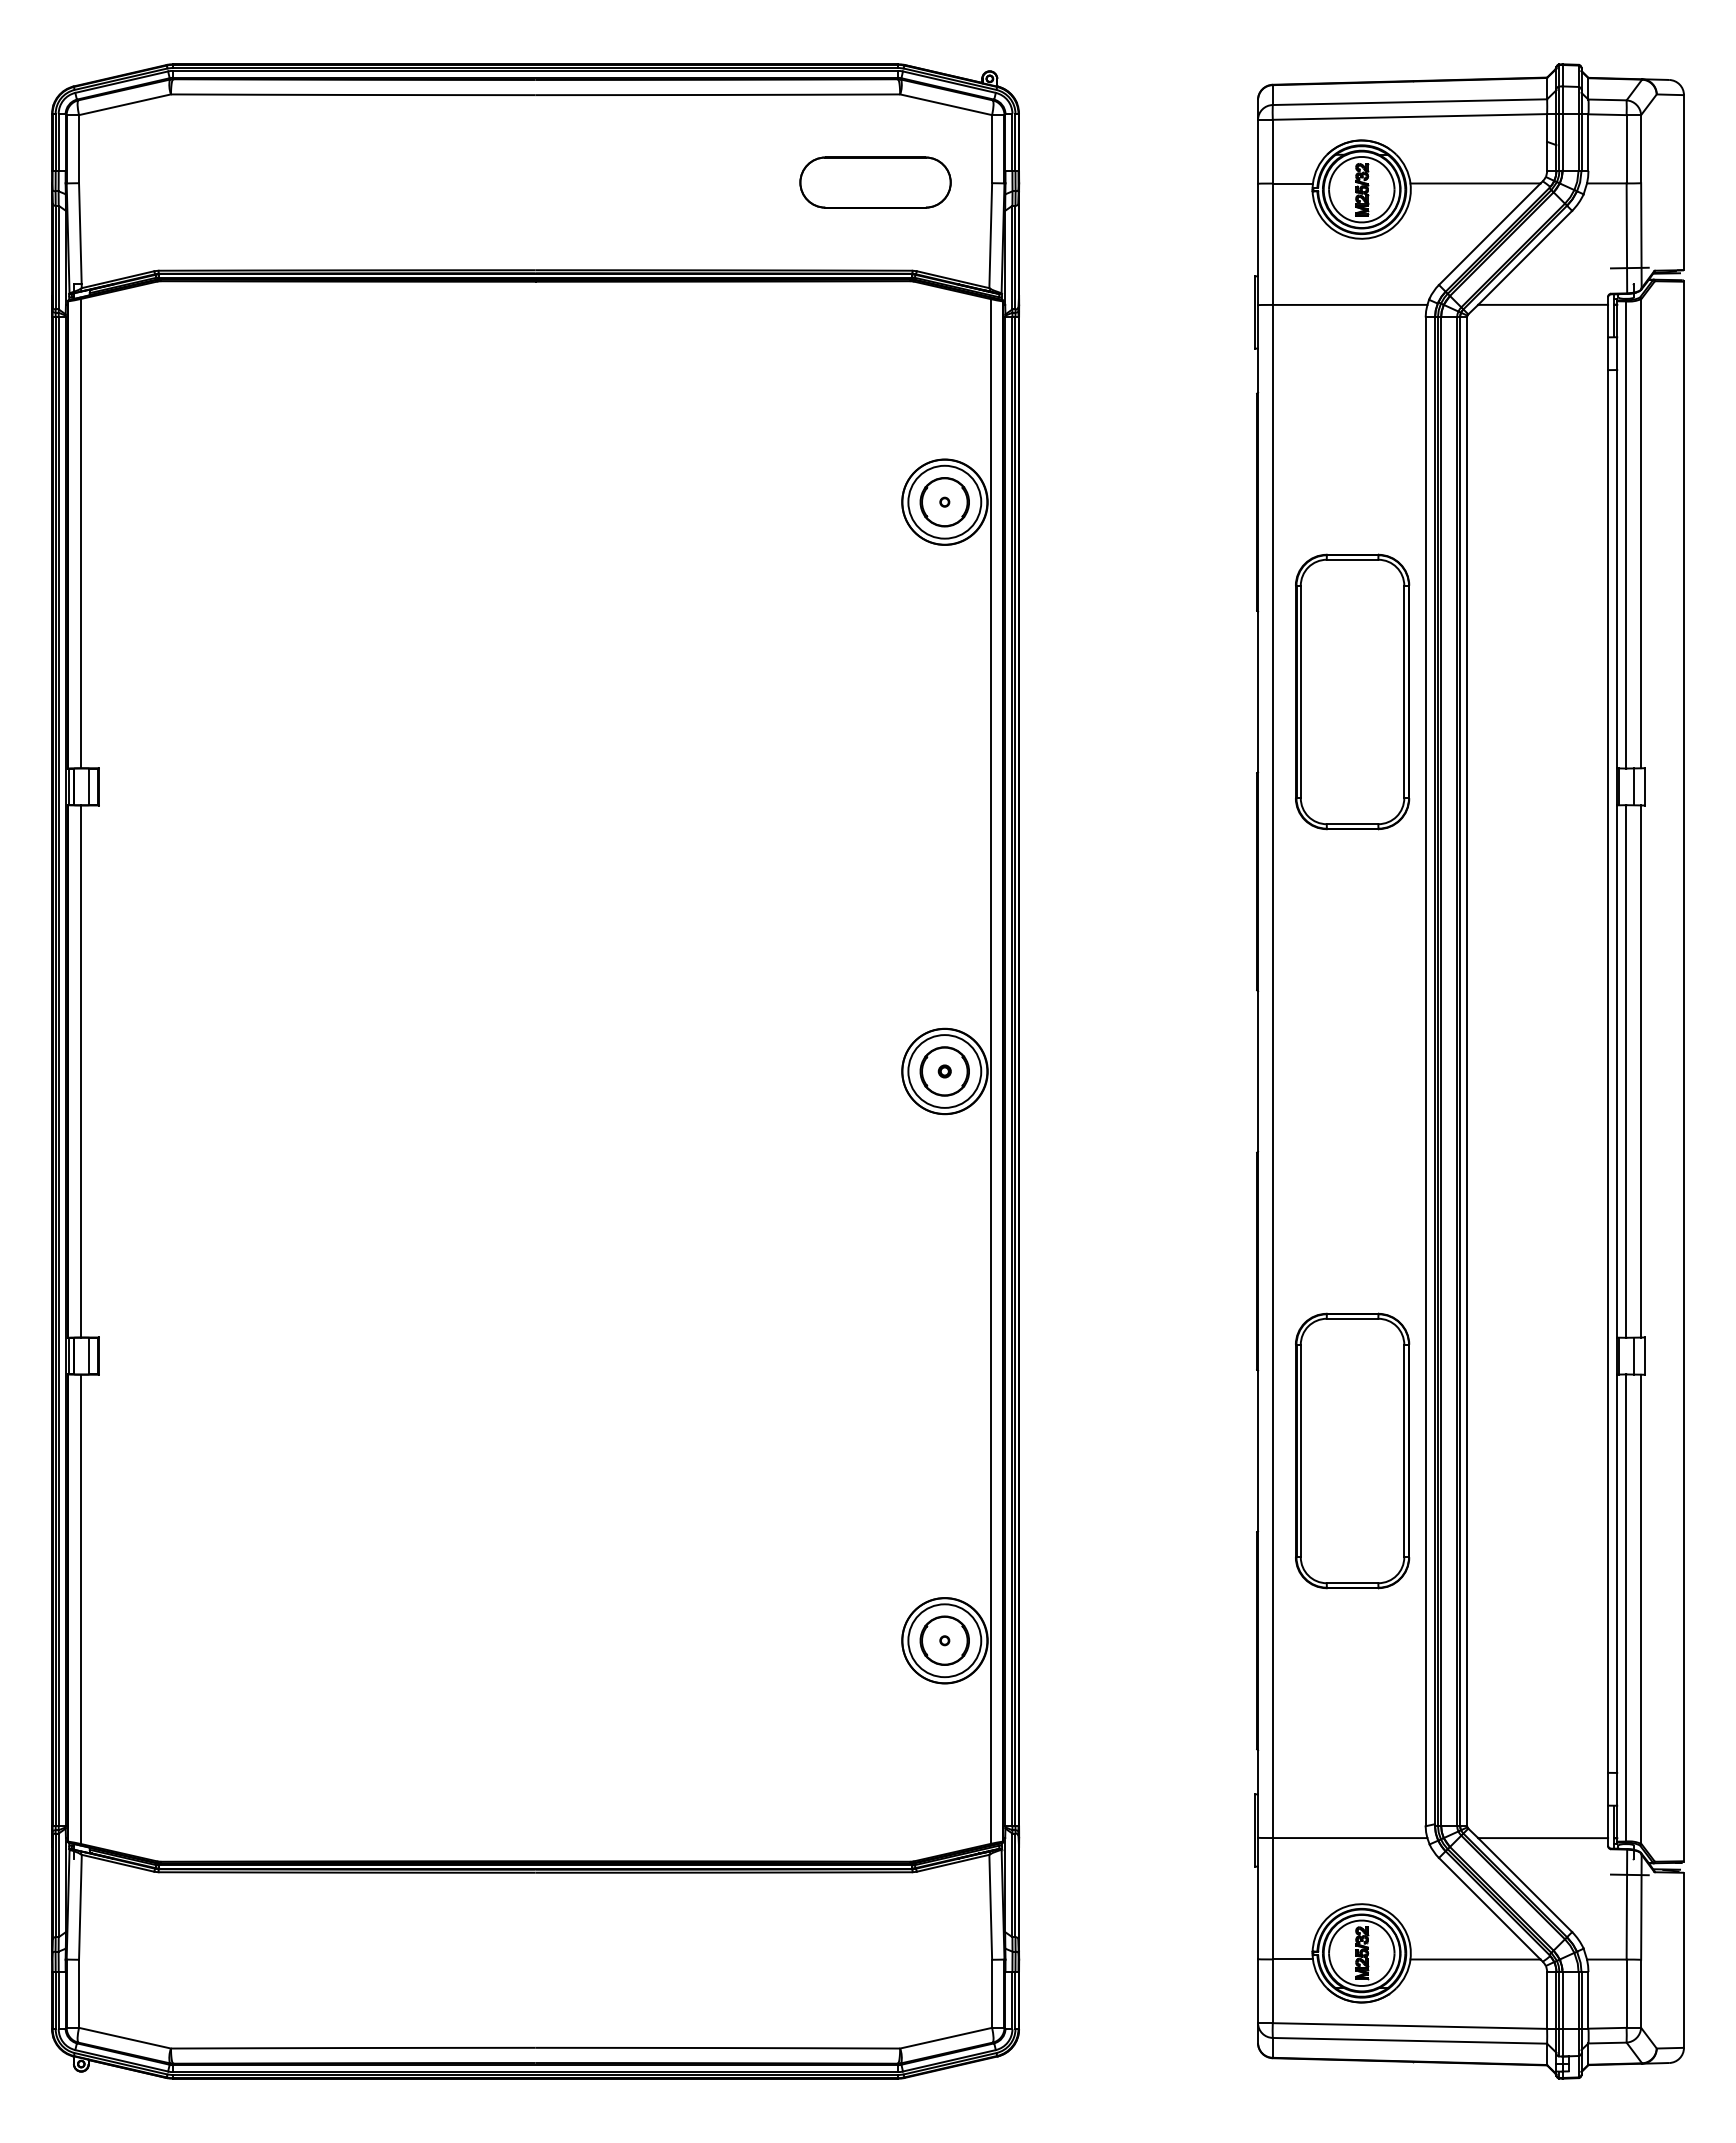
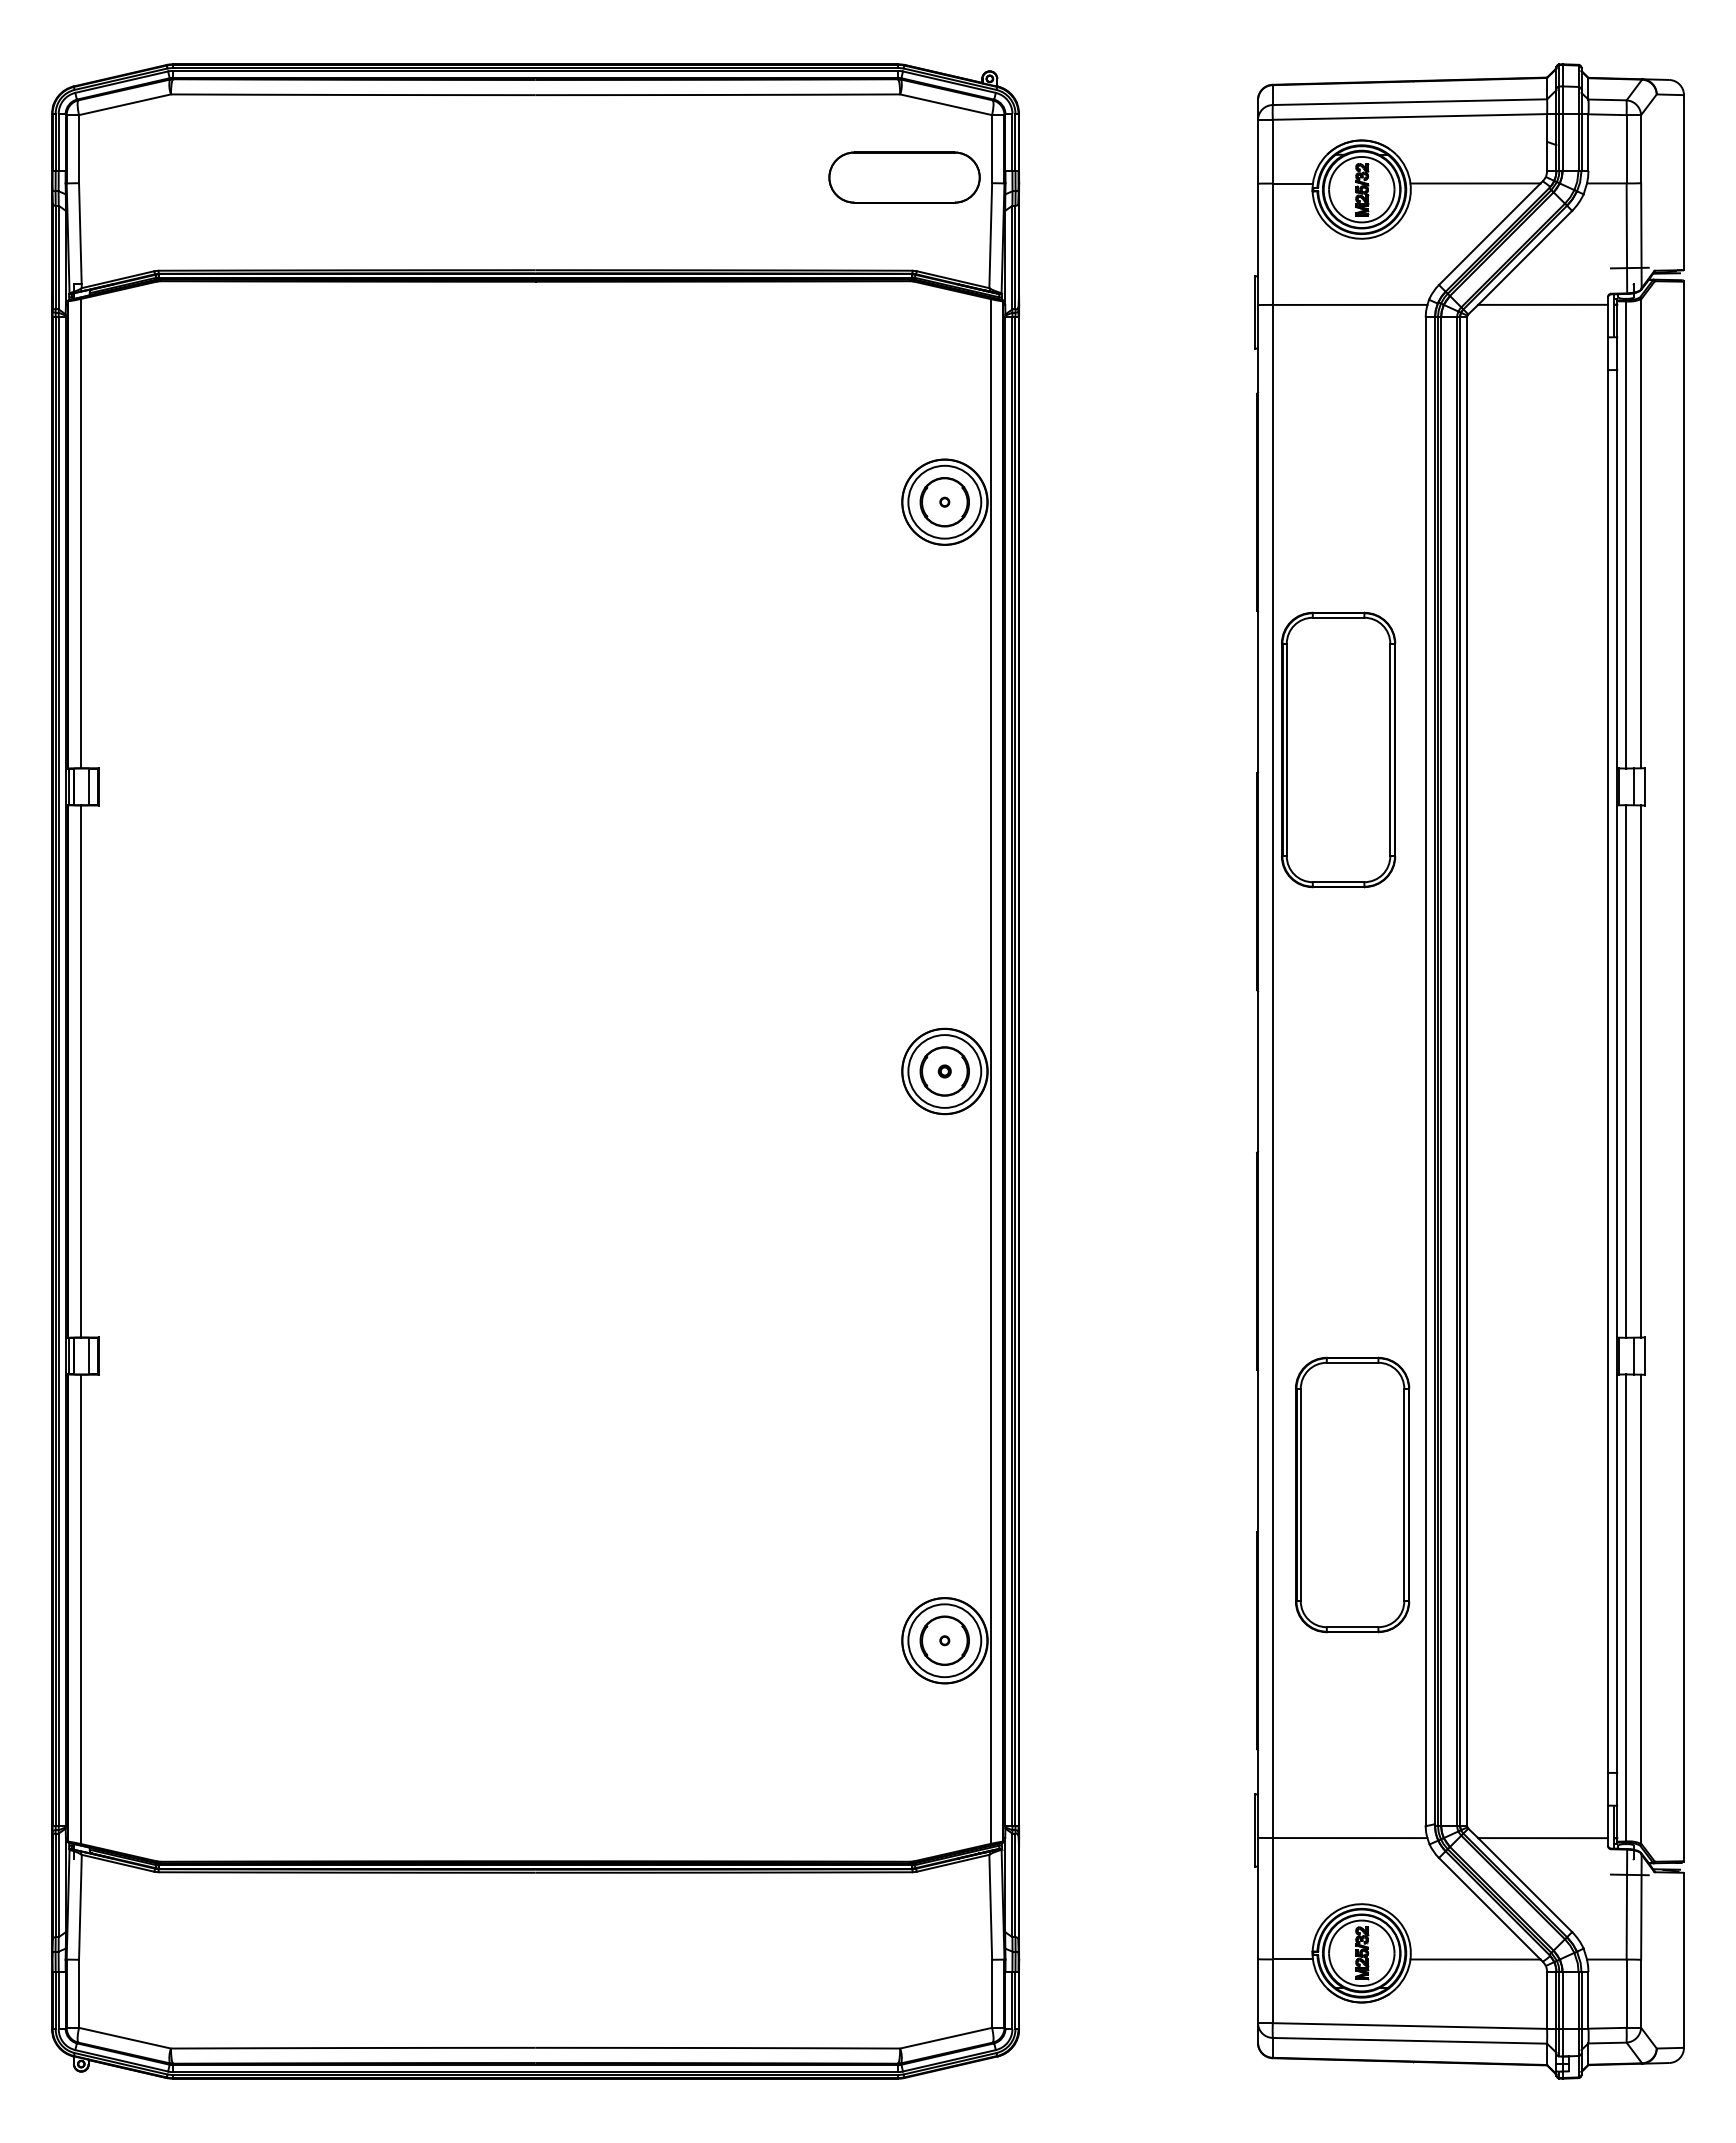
part at (875, 182) position: (875, 182) -> (904, 177)
part at (1352, 691) position: (1352, 691) -> (1338, 749)
part at (1352, 1450) position: (1352, 1450) -> (1352, 1494)
